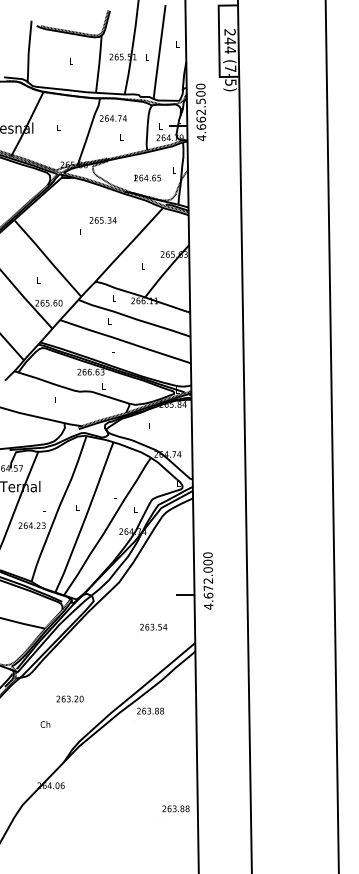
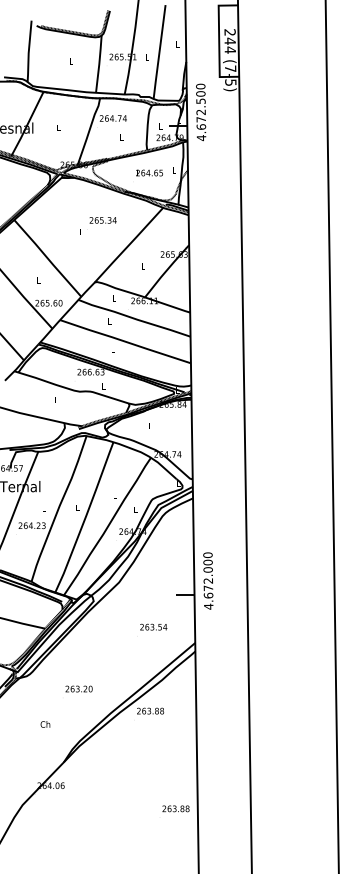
text at (201, 119): 4.662.500 -> 4.672.500
text at (147, 177) position: (147, 177) -> (149, 172)
text at (69, 698) position: (69, 698) -> (78, 688)
